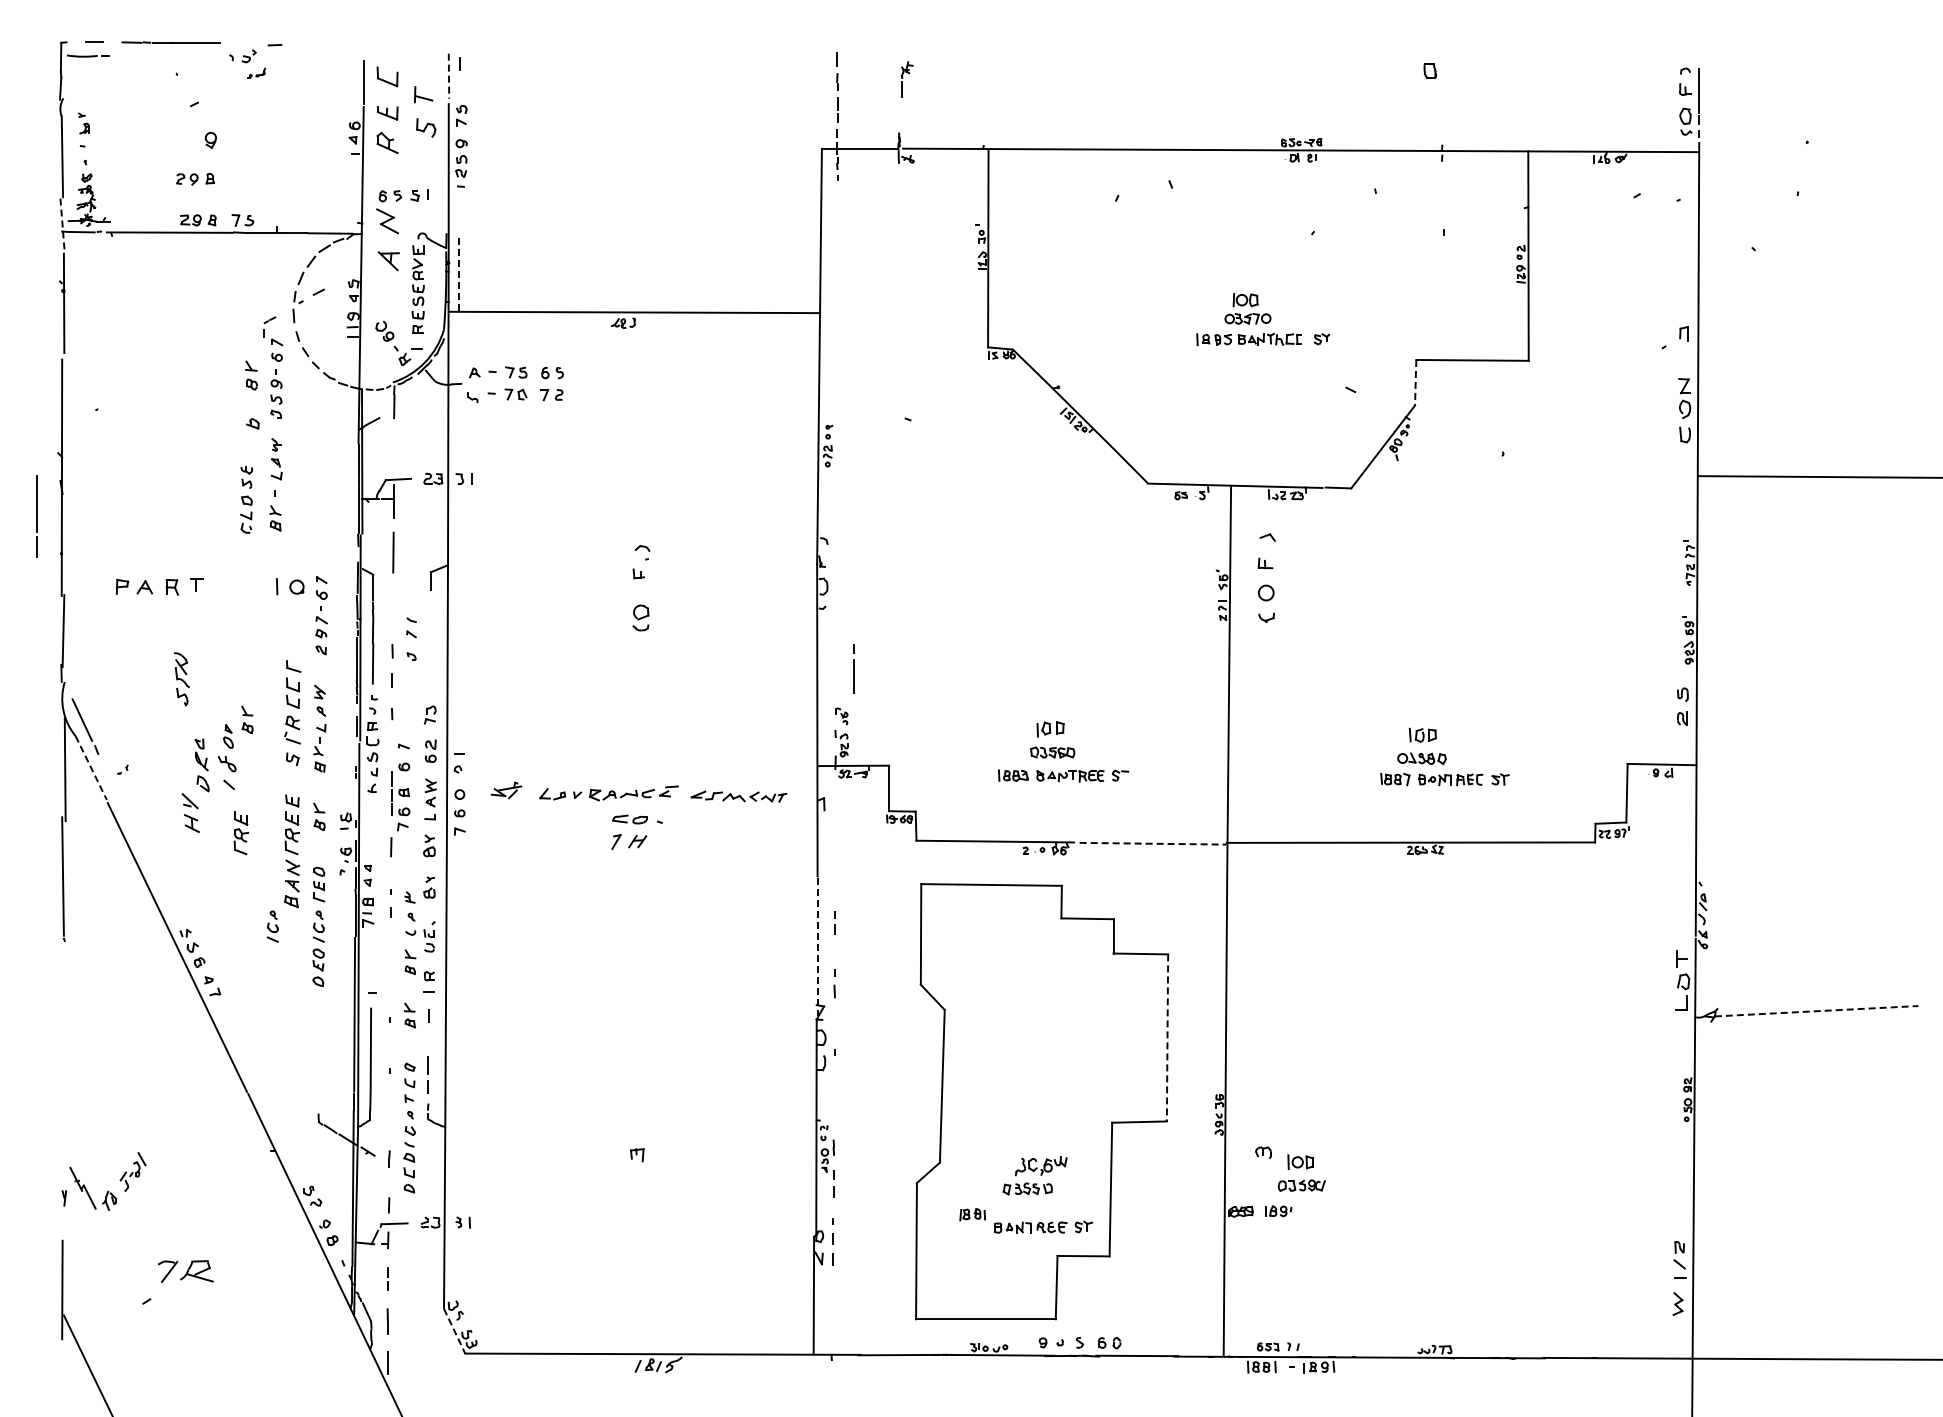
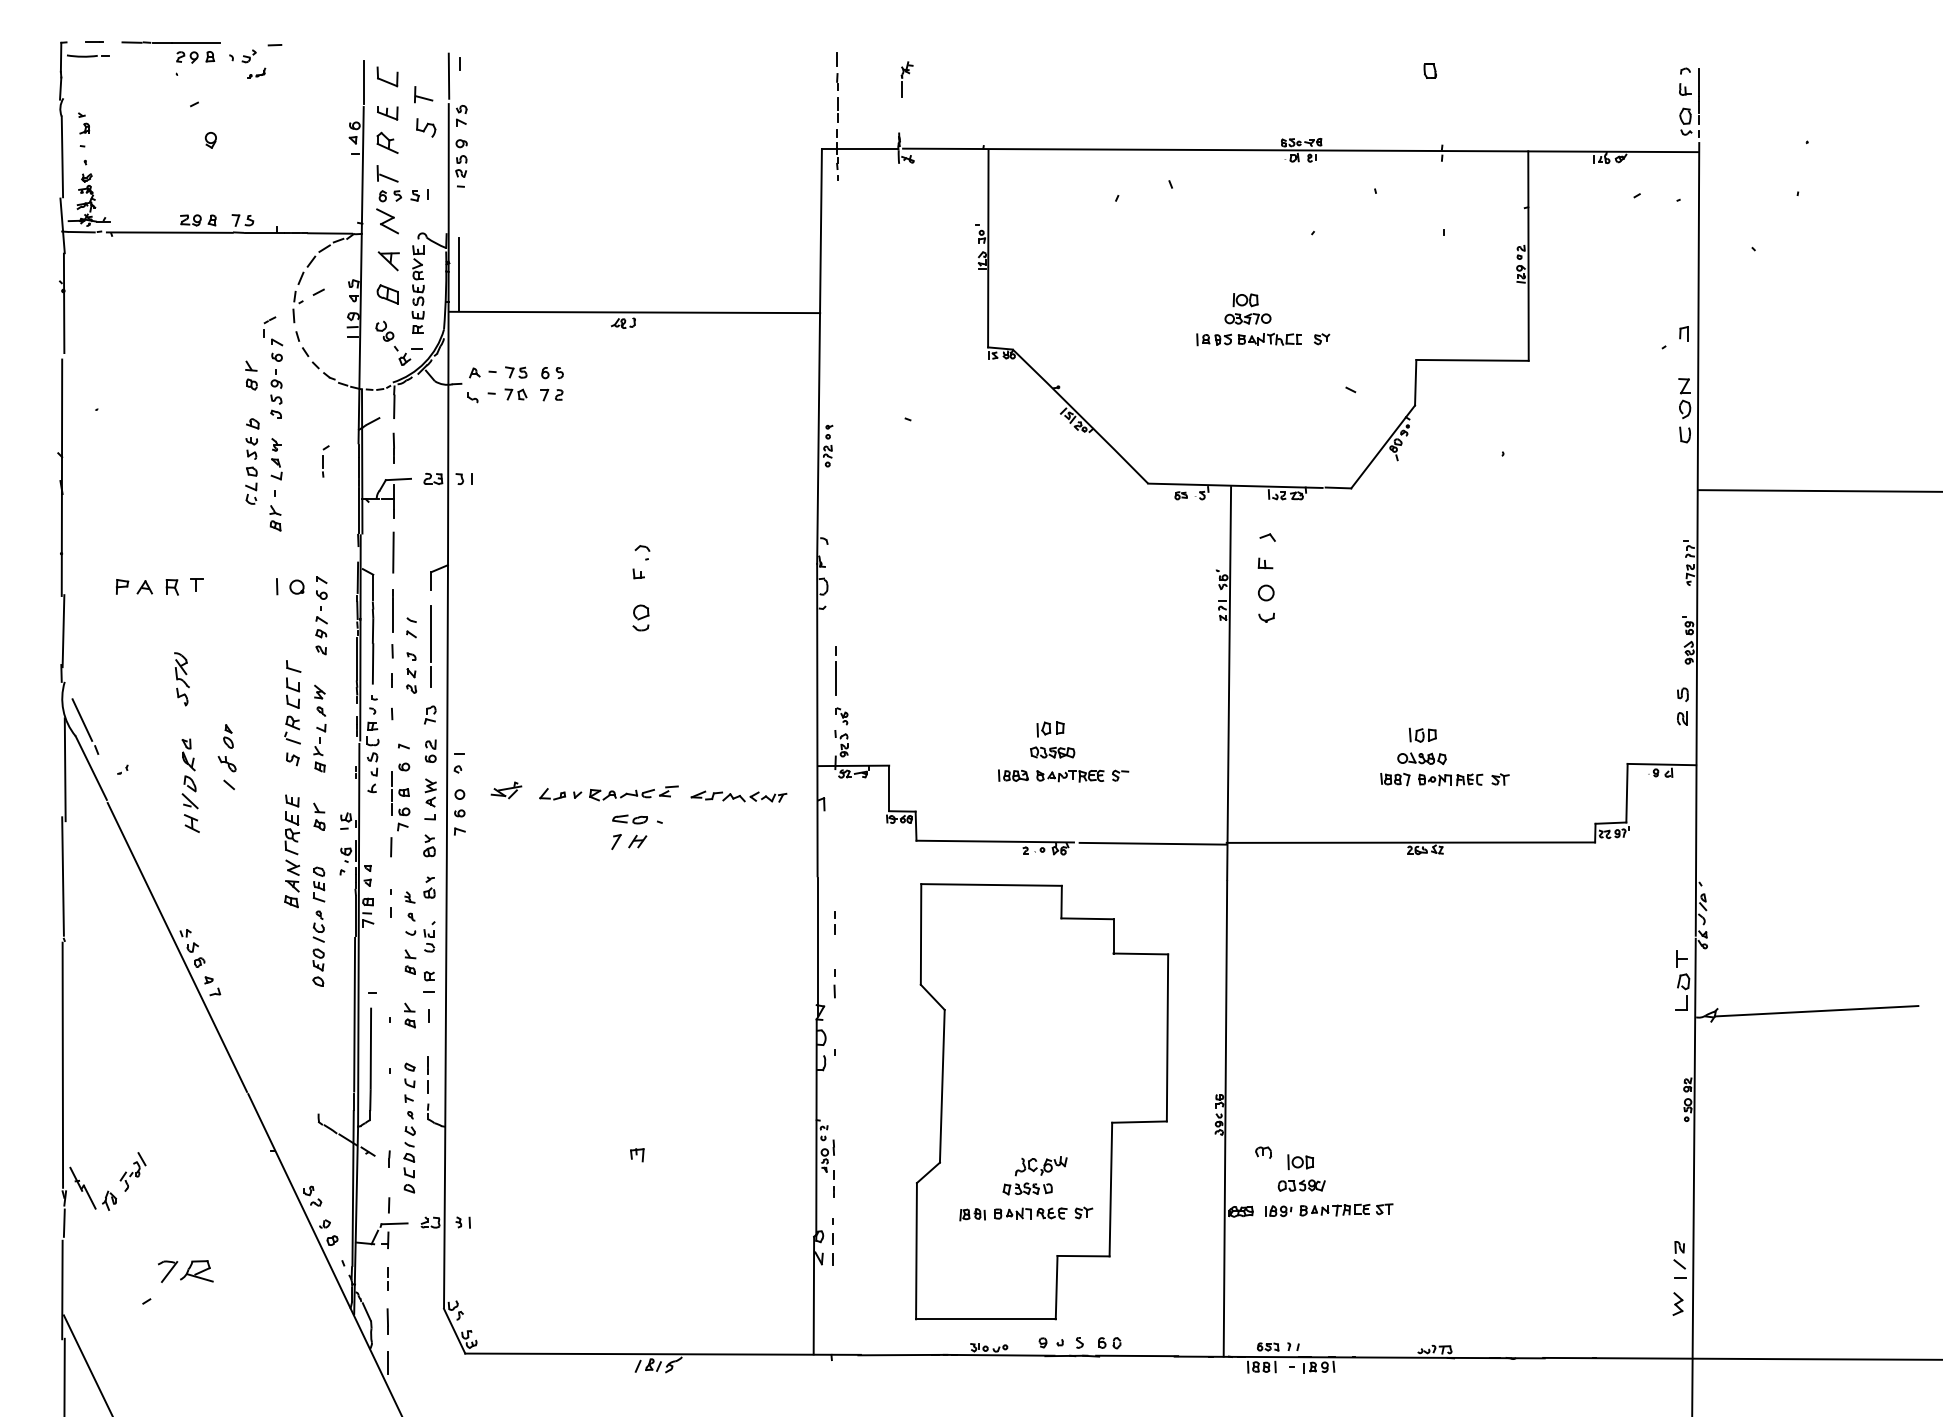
line at (449, 76): dashed -> solid
part at (387, 173): none -> present
part at (195, 179) position: (195, 179) -> (195, 57)
line at (62, 226): dashed -> solid
line at (459, 275): dashed -> solid
part at (387, 294): none -> present
line at (1415, 382): dashed -> solid
line at (393, 447): none -> present
part at (325, 461): none -> present
line at (1818, 476) position: (1818, 476) -> (1818, 490)
part at (246, 499) position: (246, 499) -> (251, 470)
line at (36, 516) position: (36, 516) -> (430, 646)
line at (392, 610): none -> present
line at (853, 668) position: (853, 668) -> (835, 670)
part at (411, 680): none -> present
part at (247, 719): present -> none
part at (201, 765) position: (201, 765) -> (188, 765)
line at (91, 768): dashed -> solid
part at (240, 833): present -> none
line at (1153, 843): dashed -> solid
part at (272, 926): present -> none
line at (817, 947): dashed -> solid
line at (1816, 1011): dashed -> solid
line at (1167, 1037): dashed -> solid
line at (62, 1064): none -> present
part at (1346, 1209): none -> present
line at (63, 1222): none -> present
part at (1043, 1226) position: (1043, 1226) -> (1043, 1212)
line at (454, 1331): dashed -> solid
line at (64, 1375): none -> present
